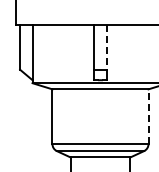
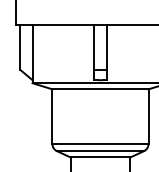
line at (106, 47): dashed -> solid
line at (148, 116): dashed -> solid
